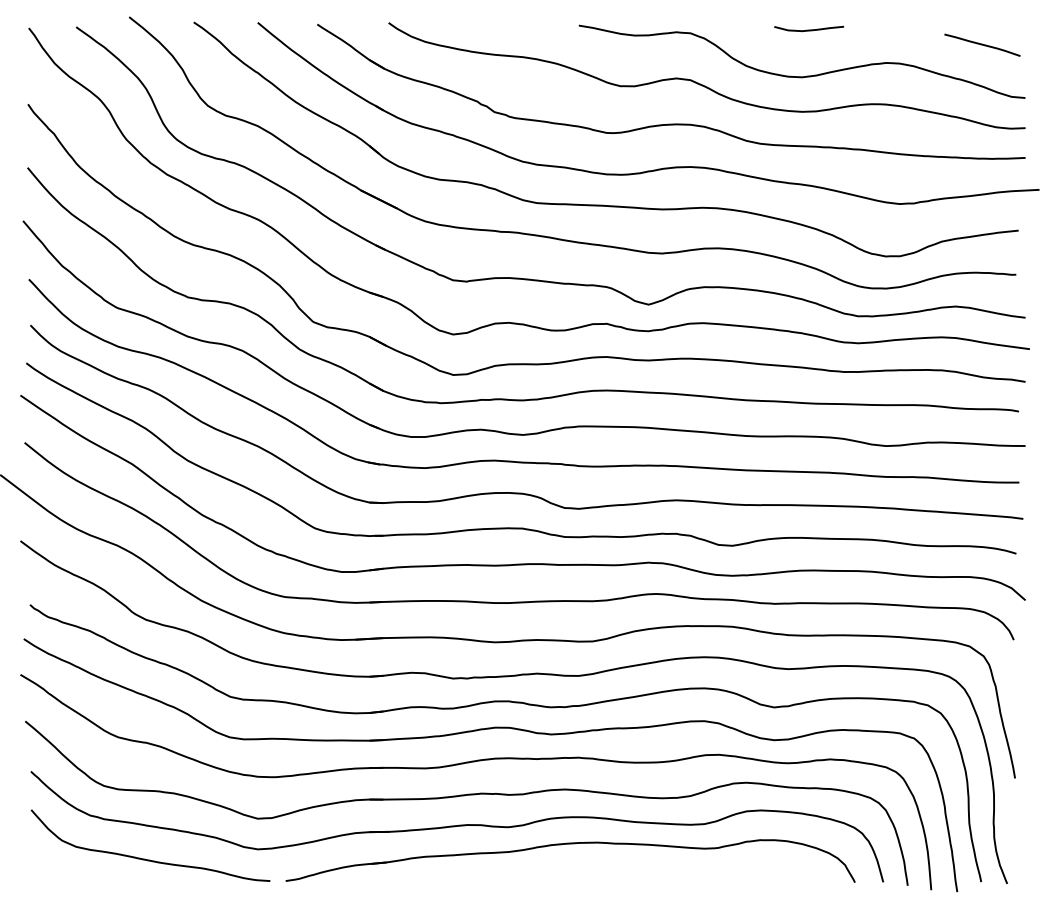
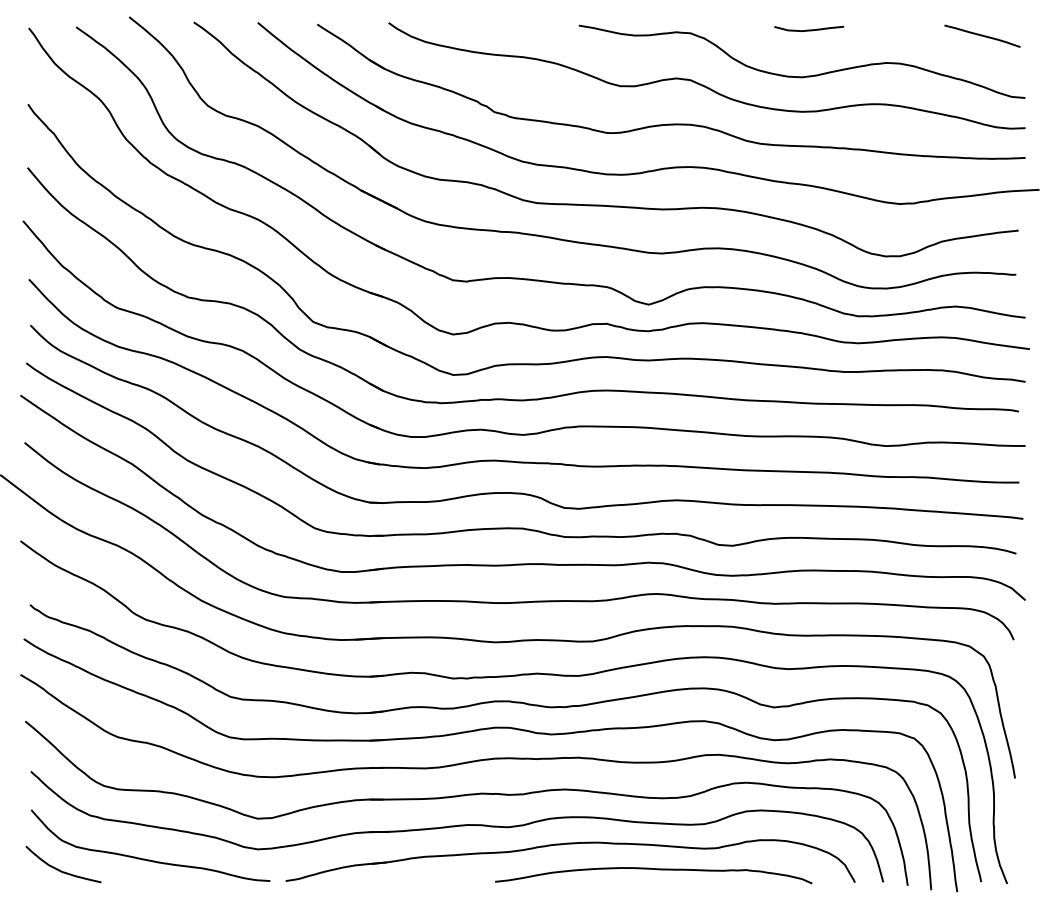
curve at (982, 44) position: (982, 44) -> (982, 35)
curve at (653, 869): none -> present
curve at (61, 870): none -> present
